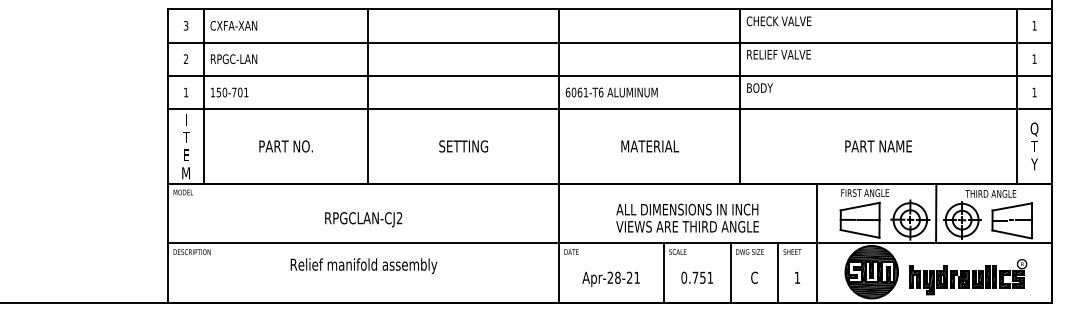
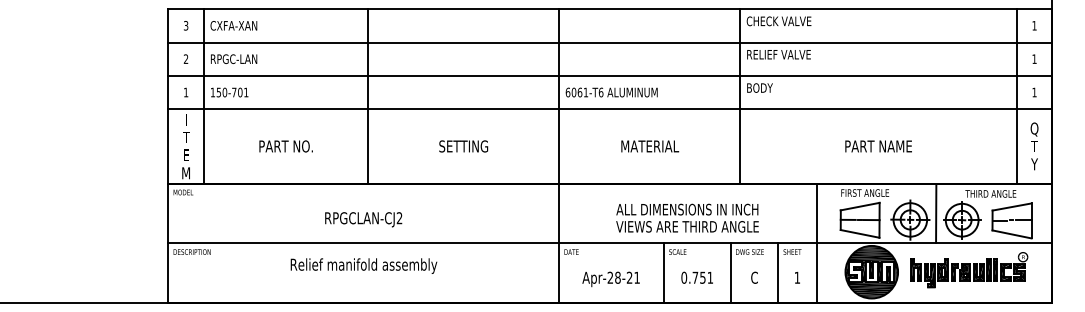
part at (968, 277) position: (968, 277) -> (969, 270)
